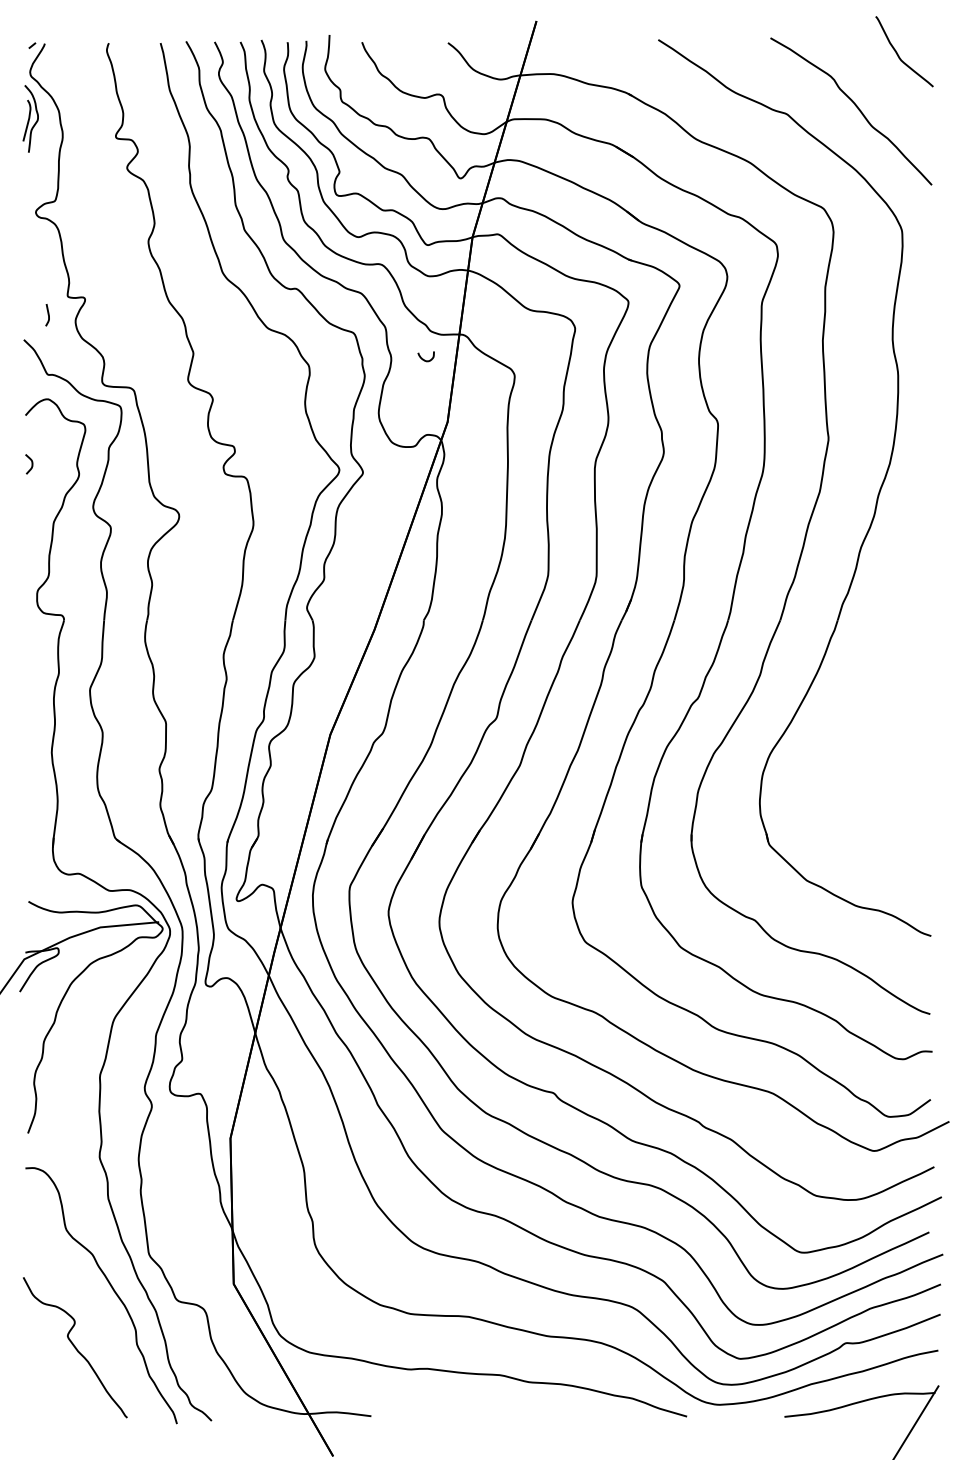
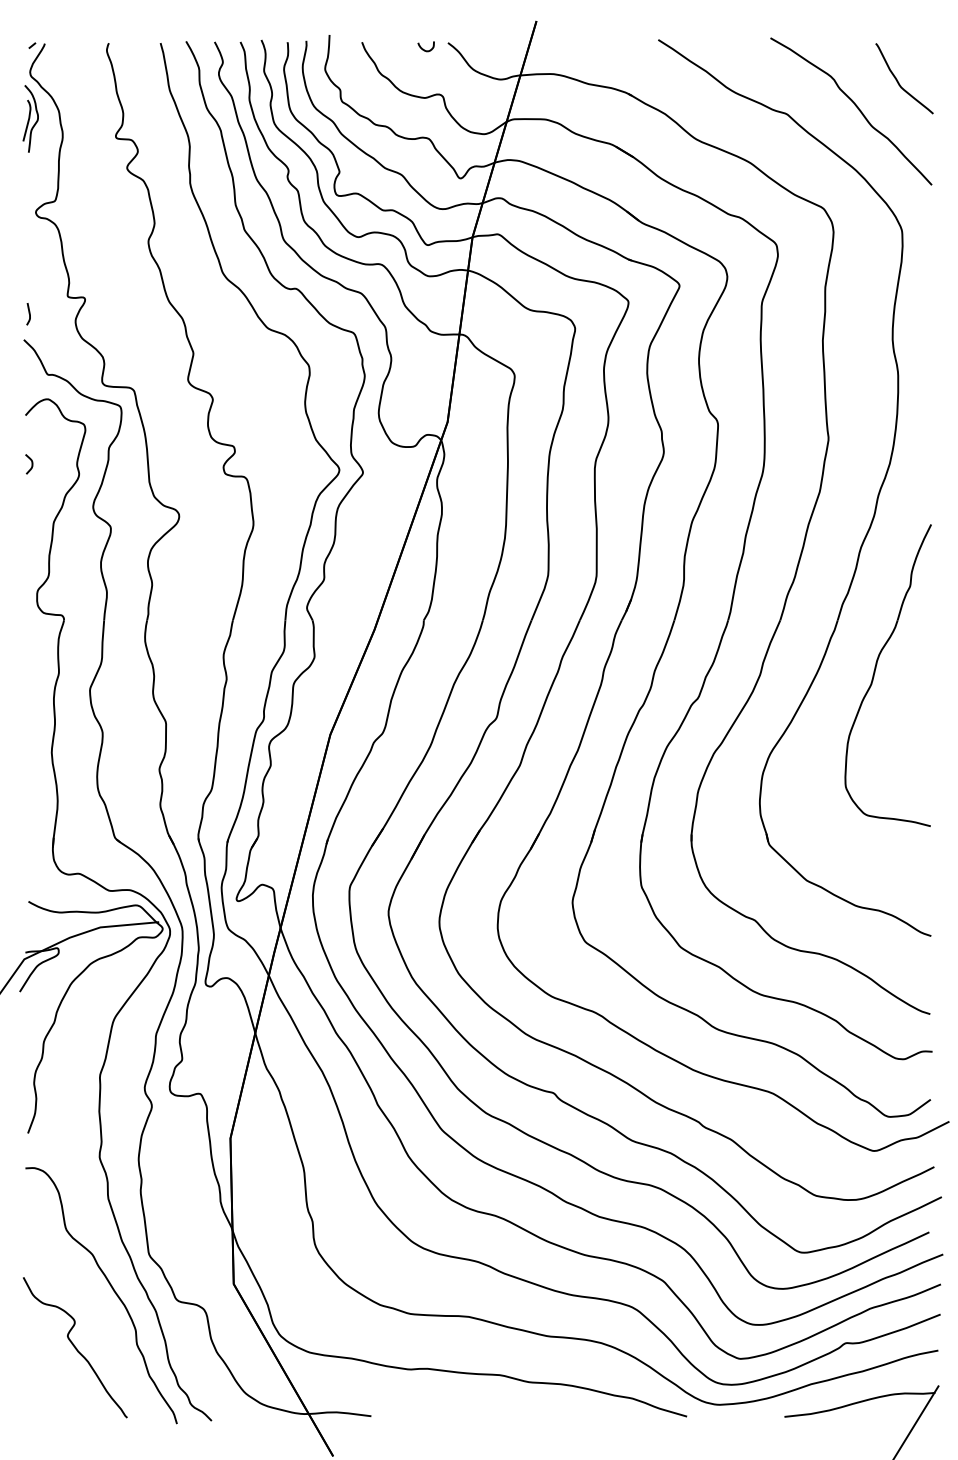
curve at (899, 55) position: (899, 55) -> (899, 82)
curve at (47, 314) position: (47, 314) -> (28, 313)
curve at (423, 358) position: (423, 358) -> (423, 48)
part at (875, 673): none -> present
